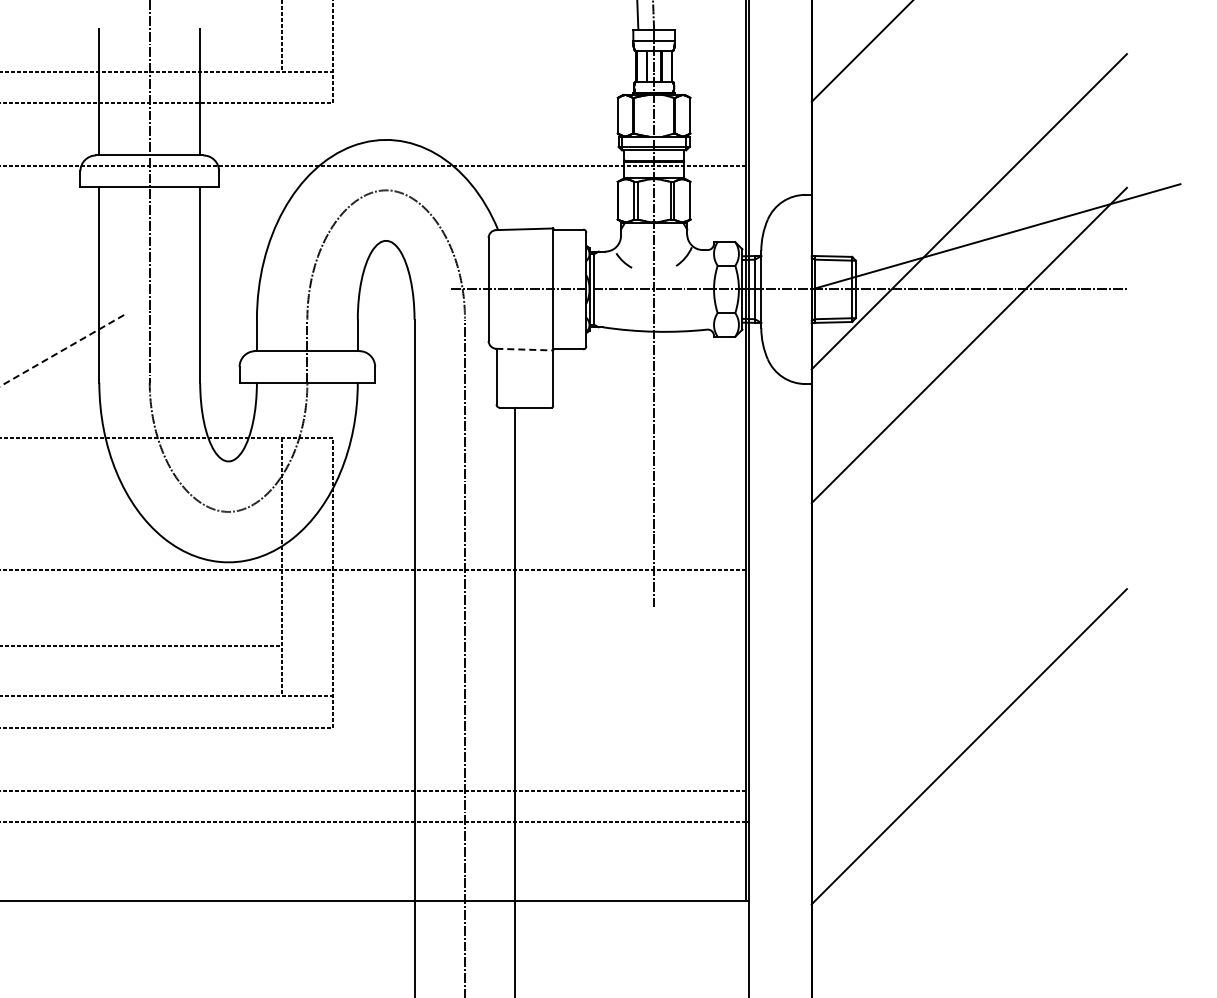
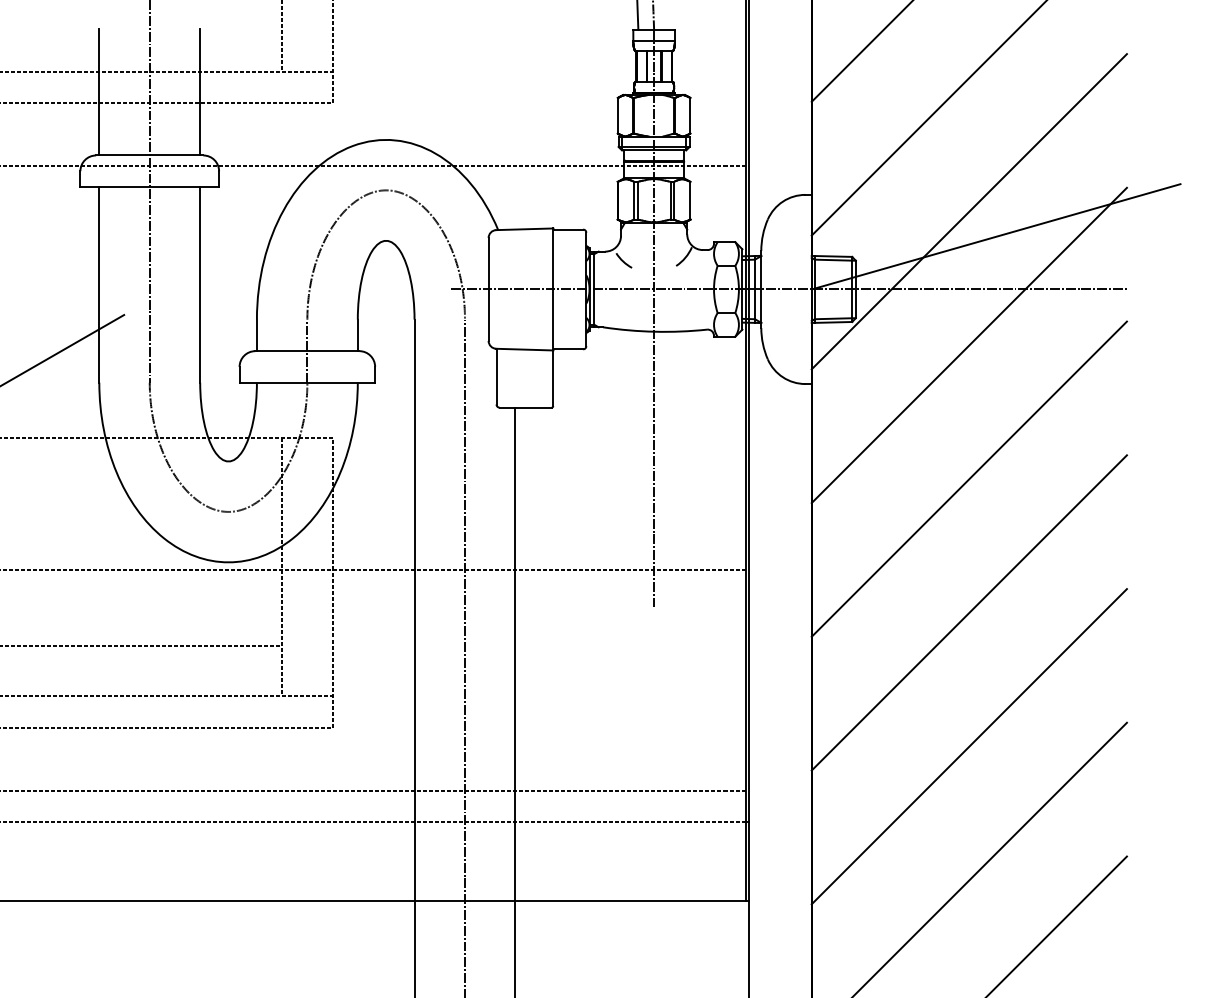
line at (927, 118): none -> present
line at (525, 349): dashed -> solid
line at (61, 350): dashed -> solid
line at (968, 478): none -> present
line at (968, 612): none -> present
line at (990, 858): none -> present
line at (1057, 925): none -> present
